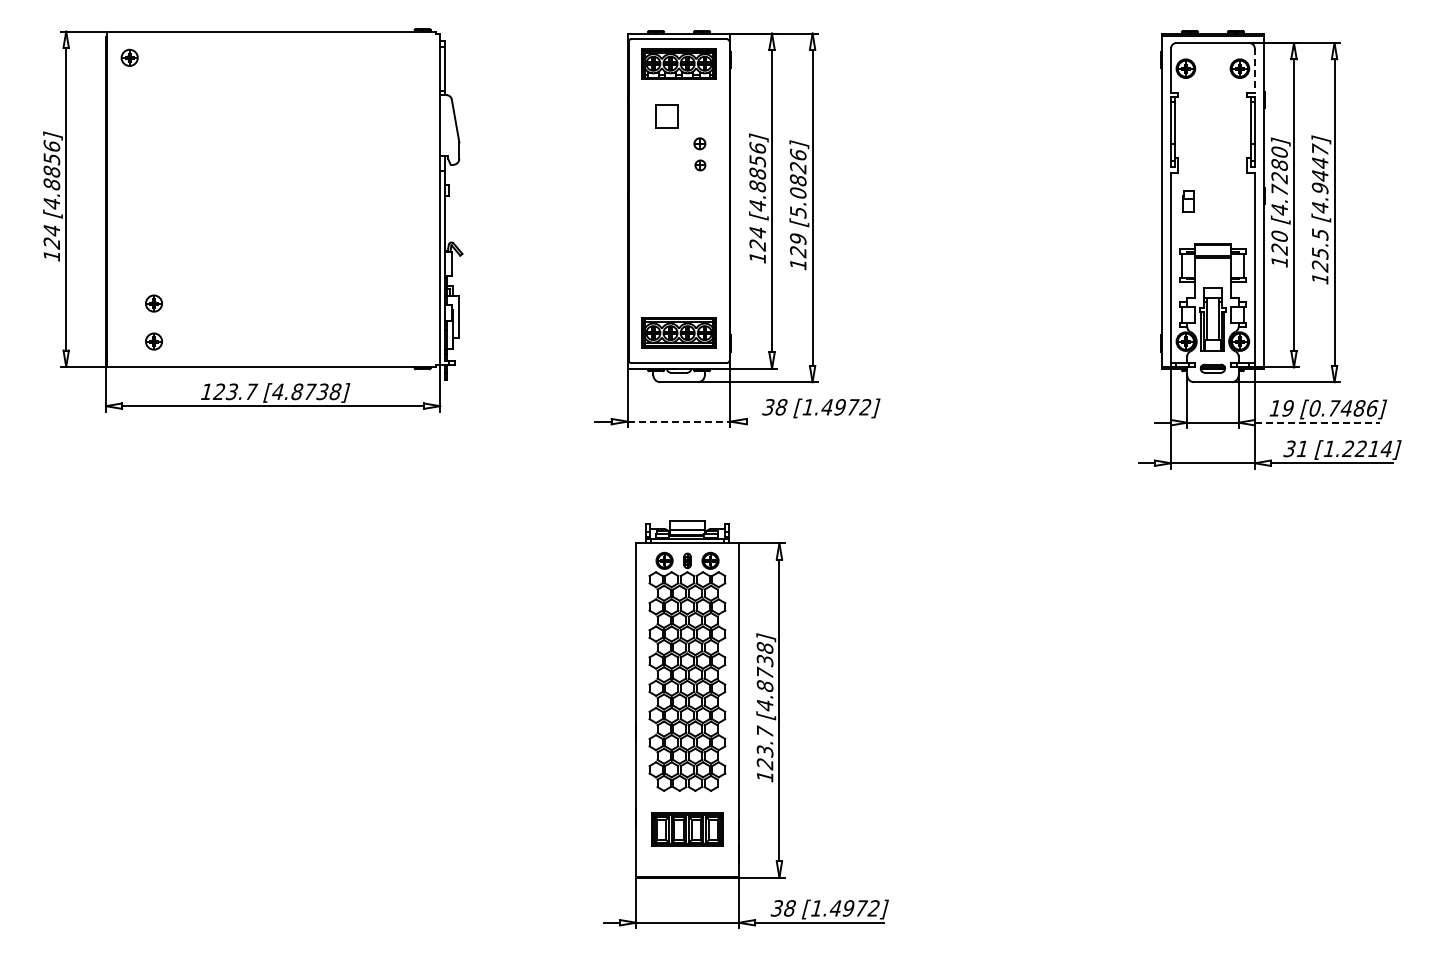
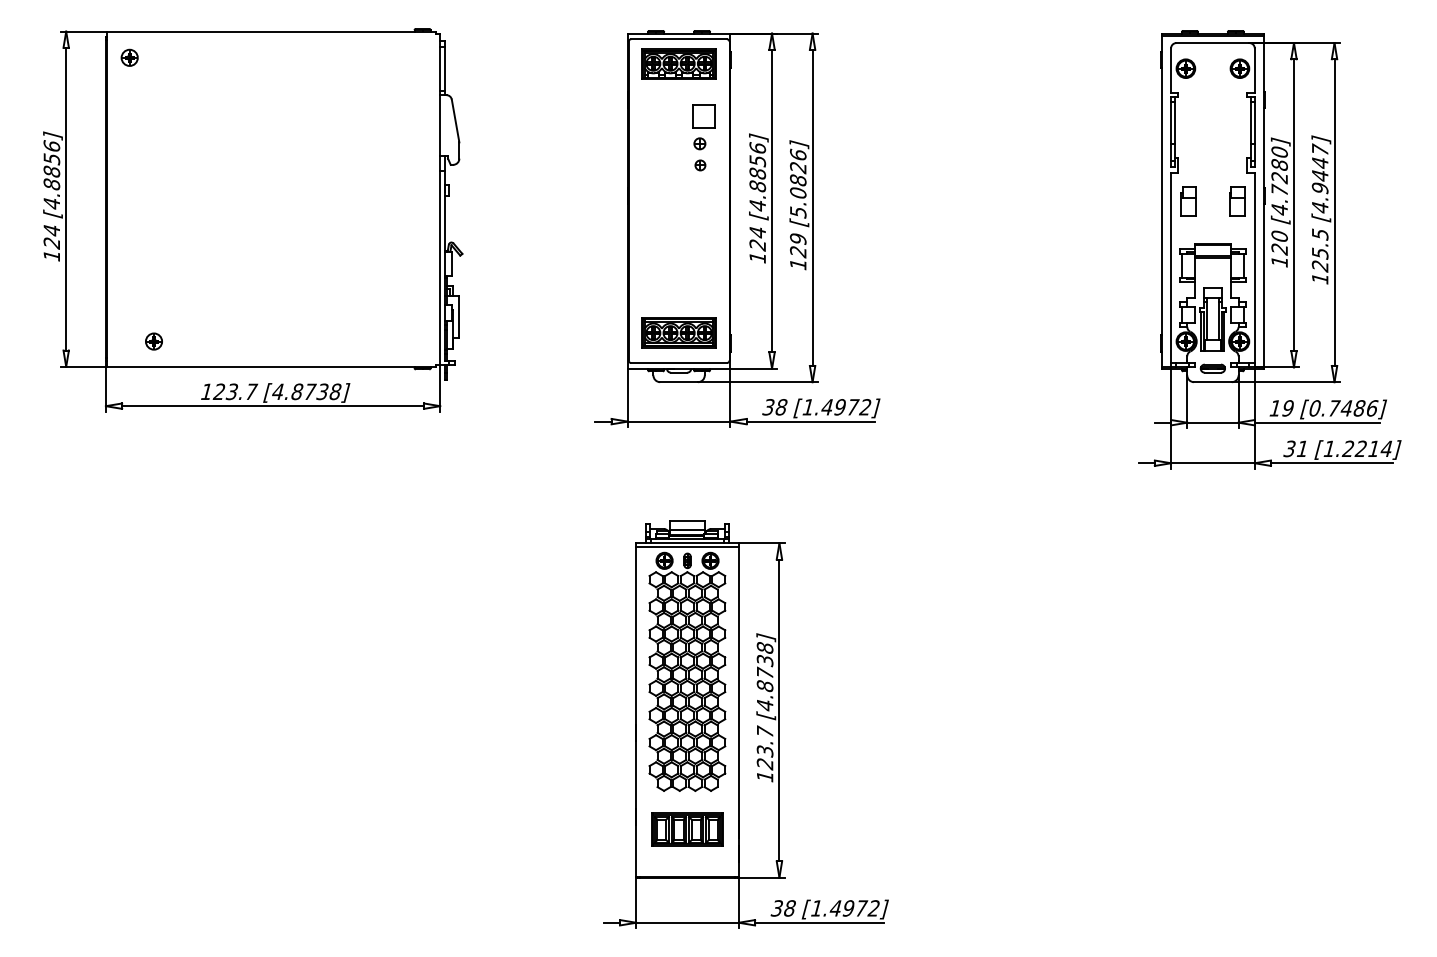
line at (1254, 71): dashed -> solid
part at (666, 116) position: (666, 116) -> (703, 116)
part at (1188, 201) size: 13x23 px -> 17x31 px
part at (1237, 201): none -> present
part at (153, 303): present -> none
line at (679, 421): dashed -> solid
line at (810, 421): none -> present
line at (1317, 422): dashed -> solid
line at (687, 547): none -> present
